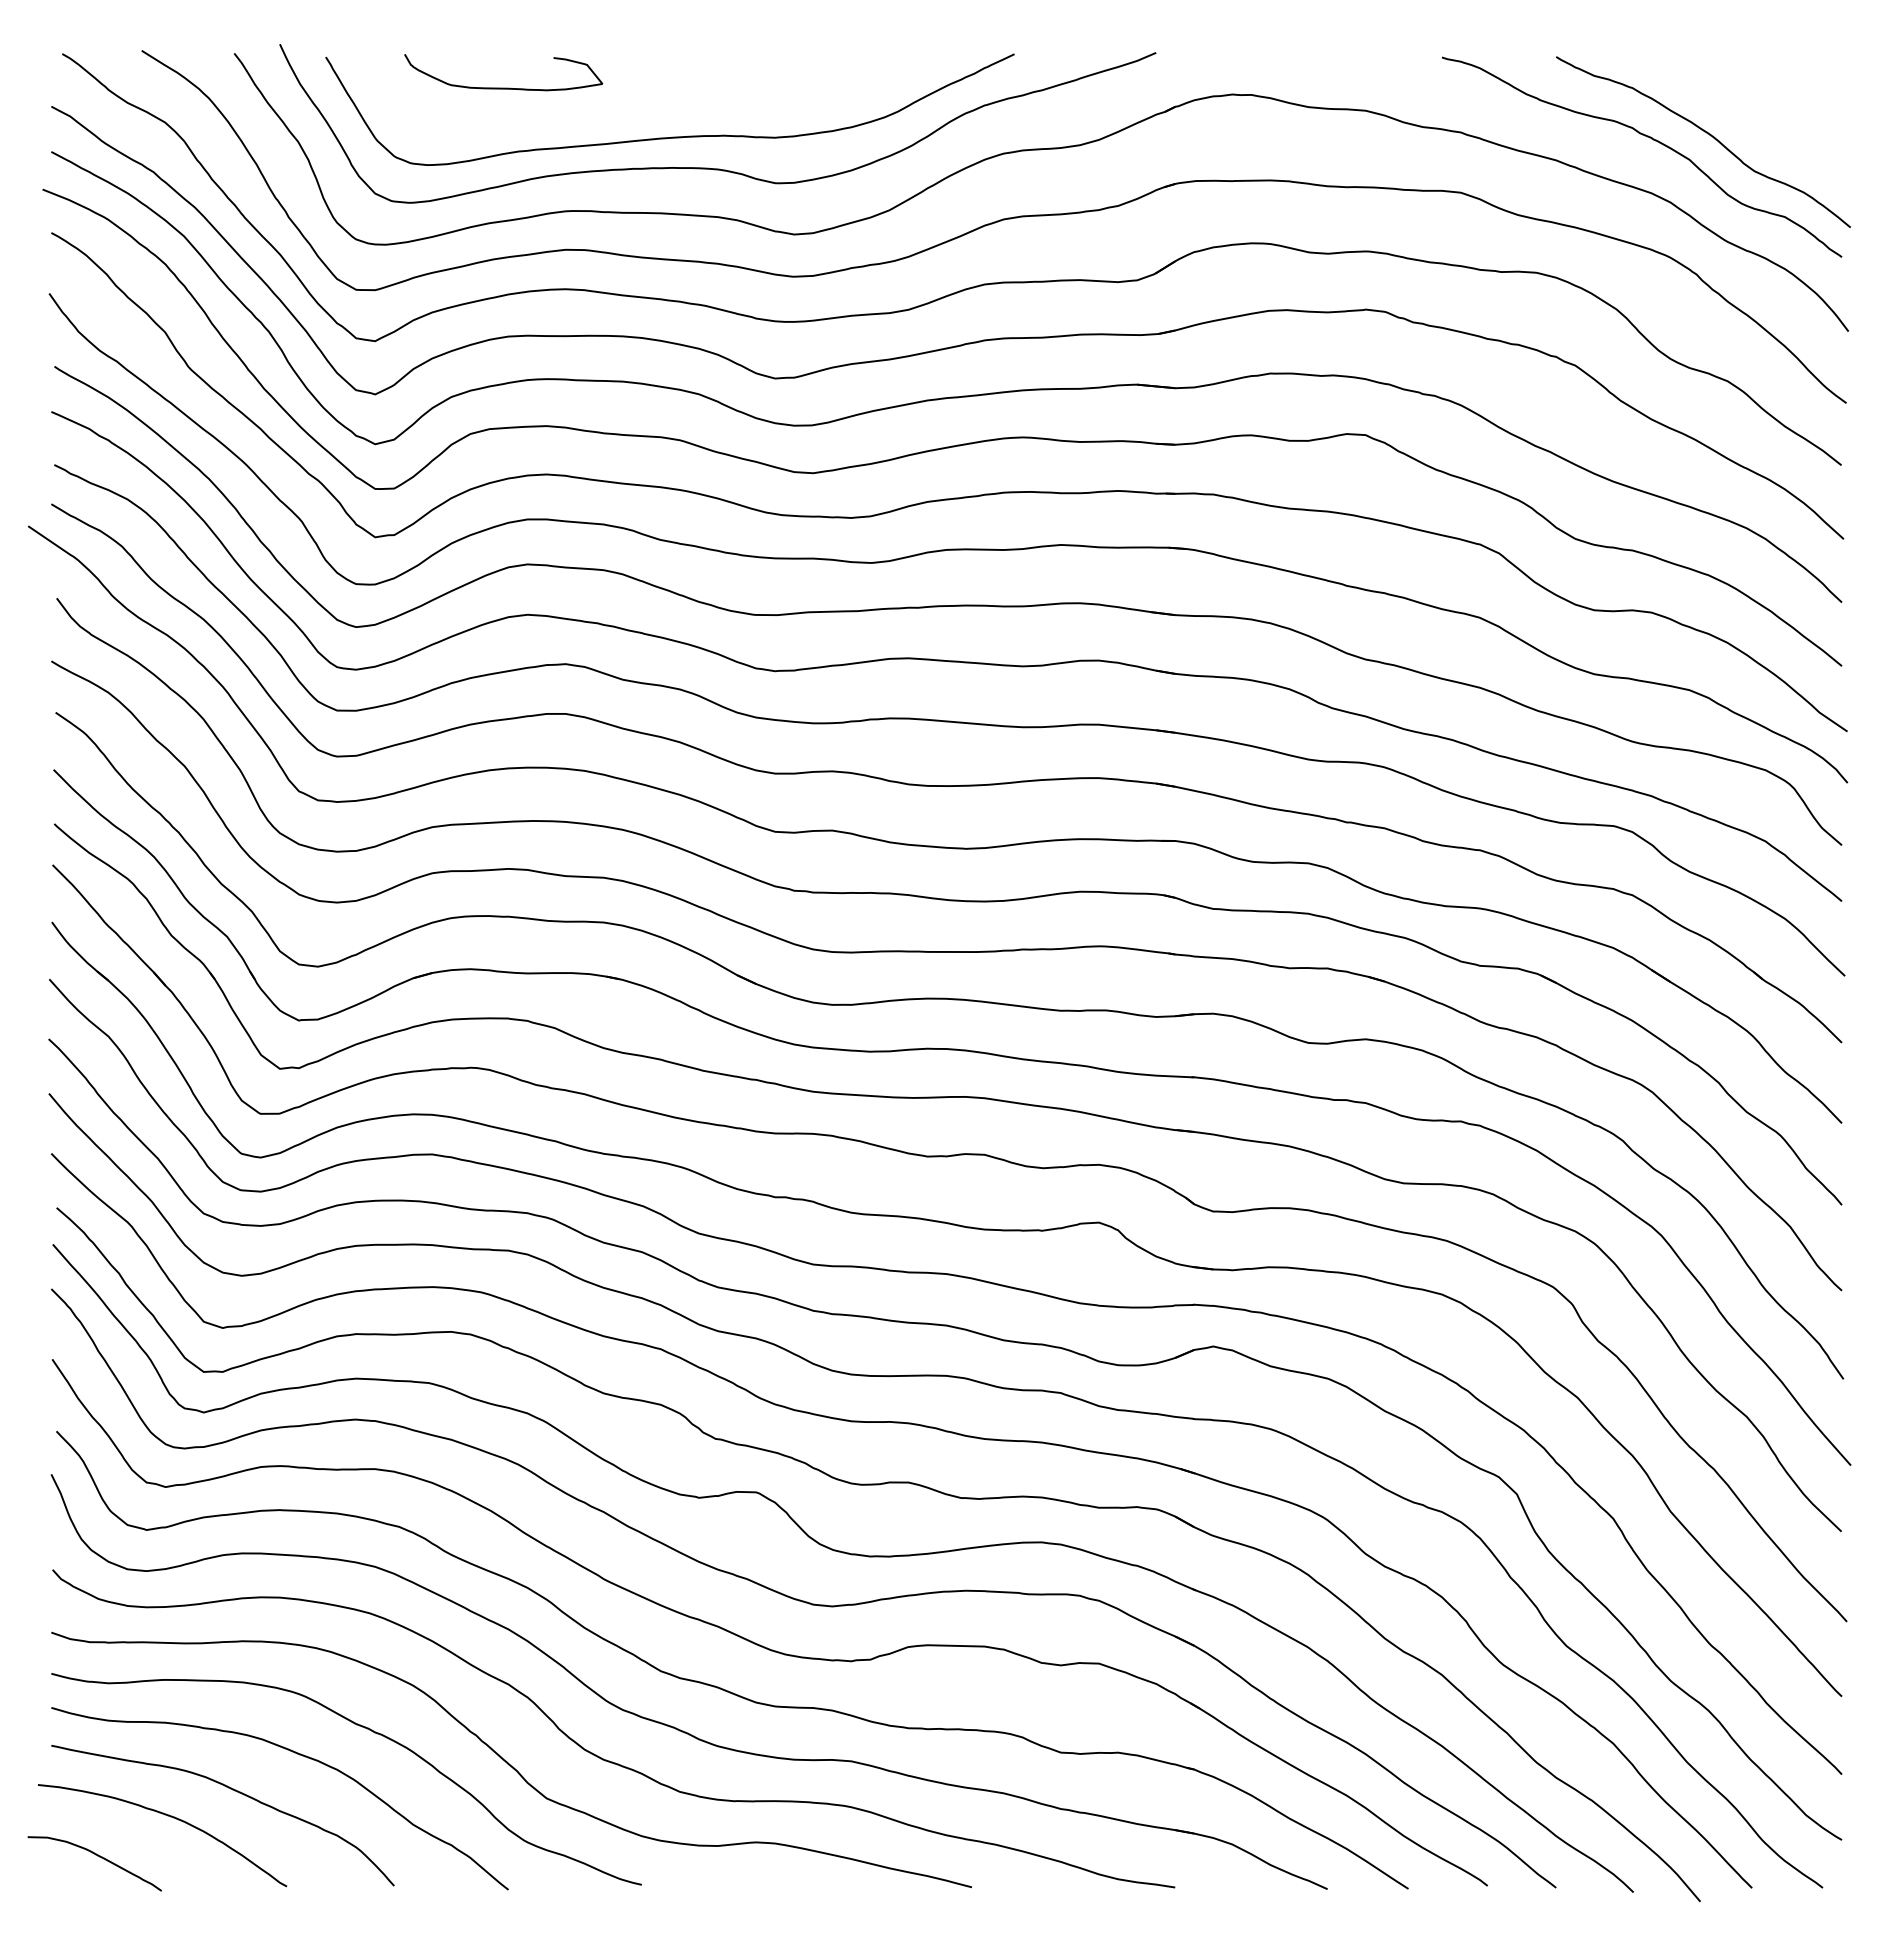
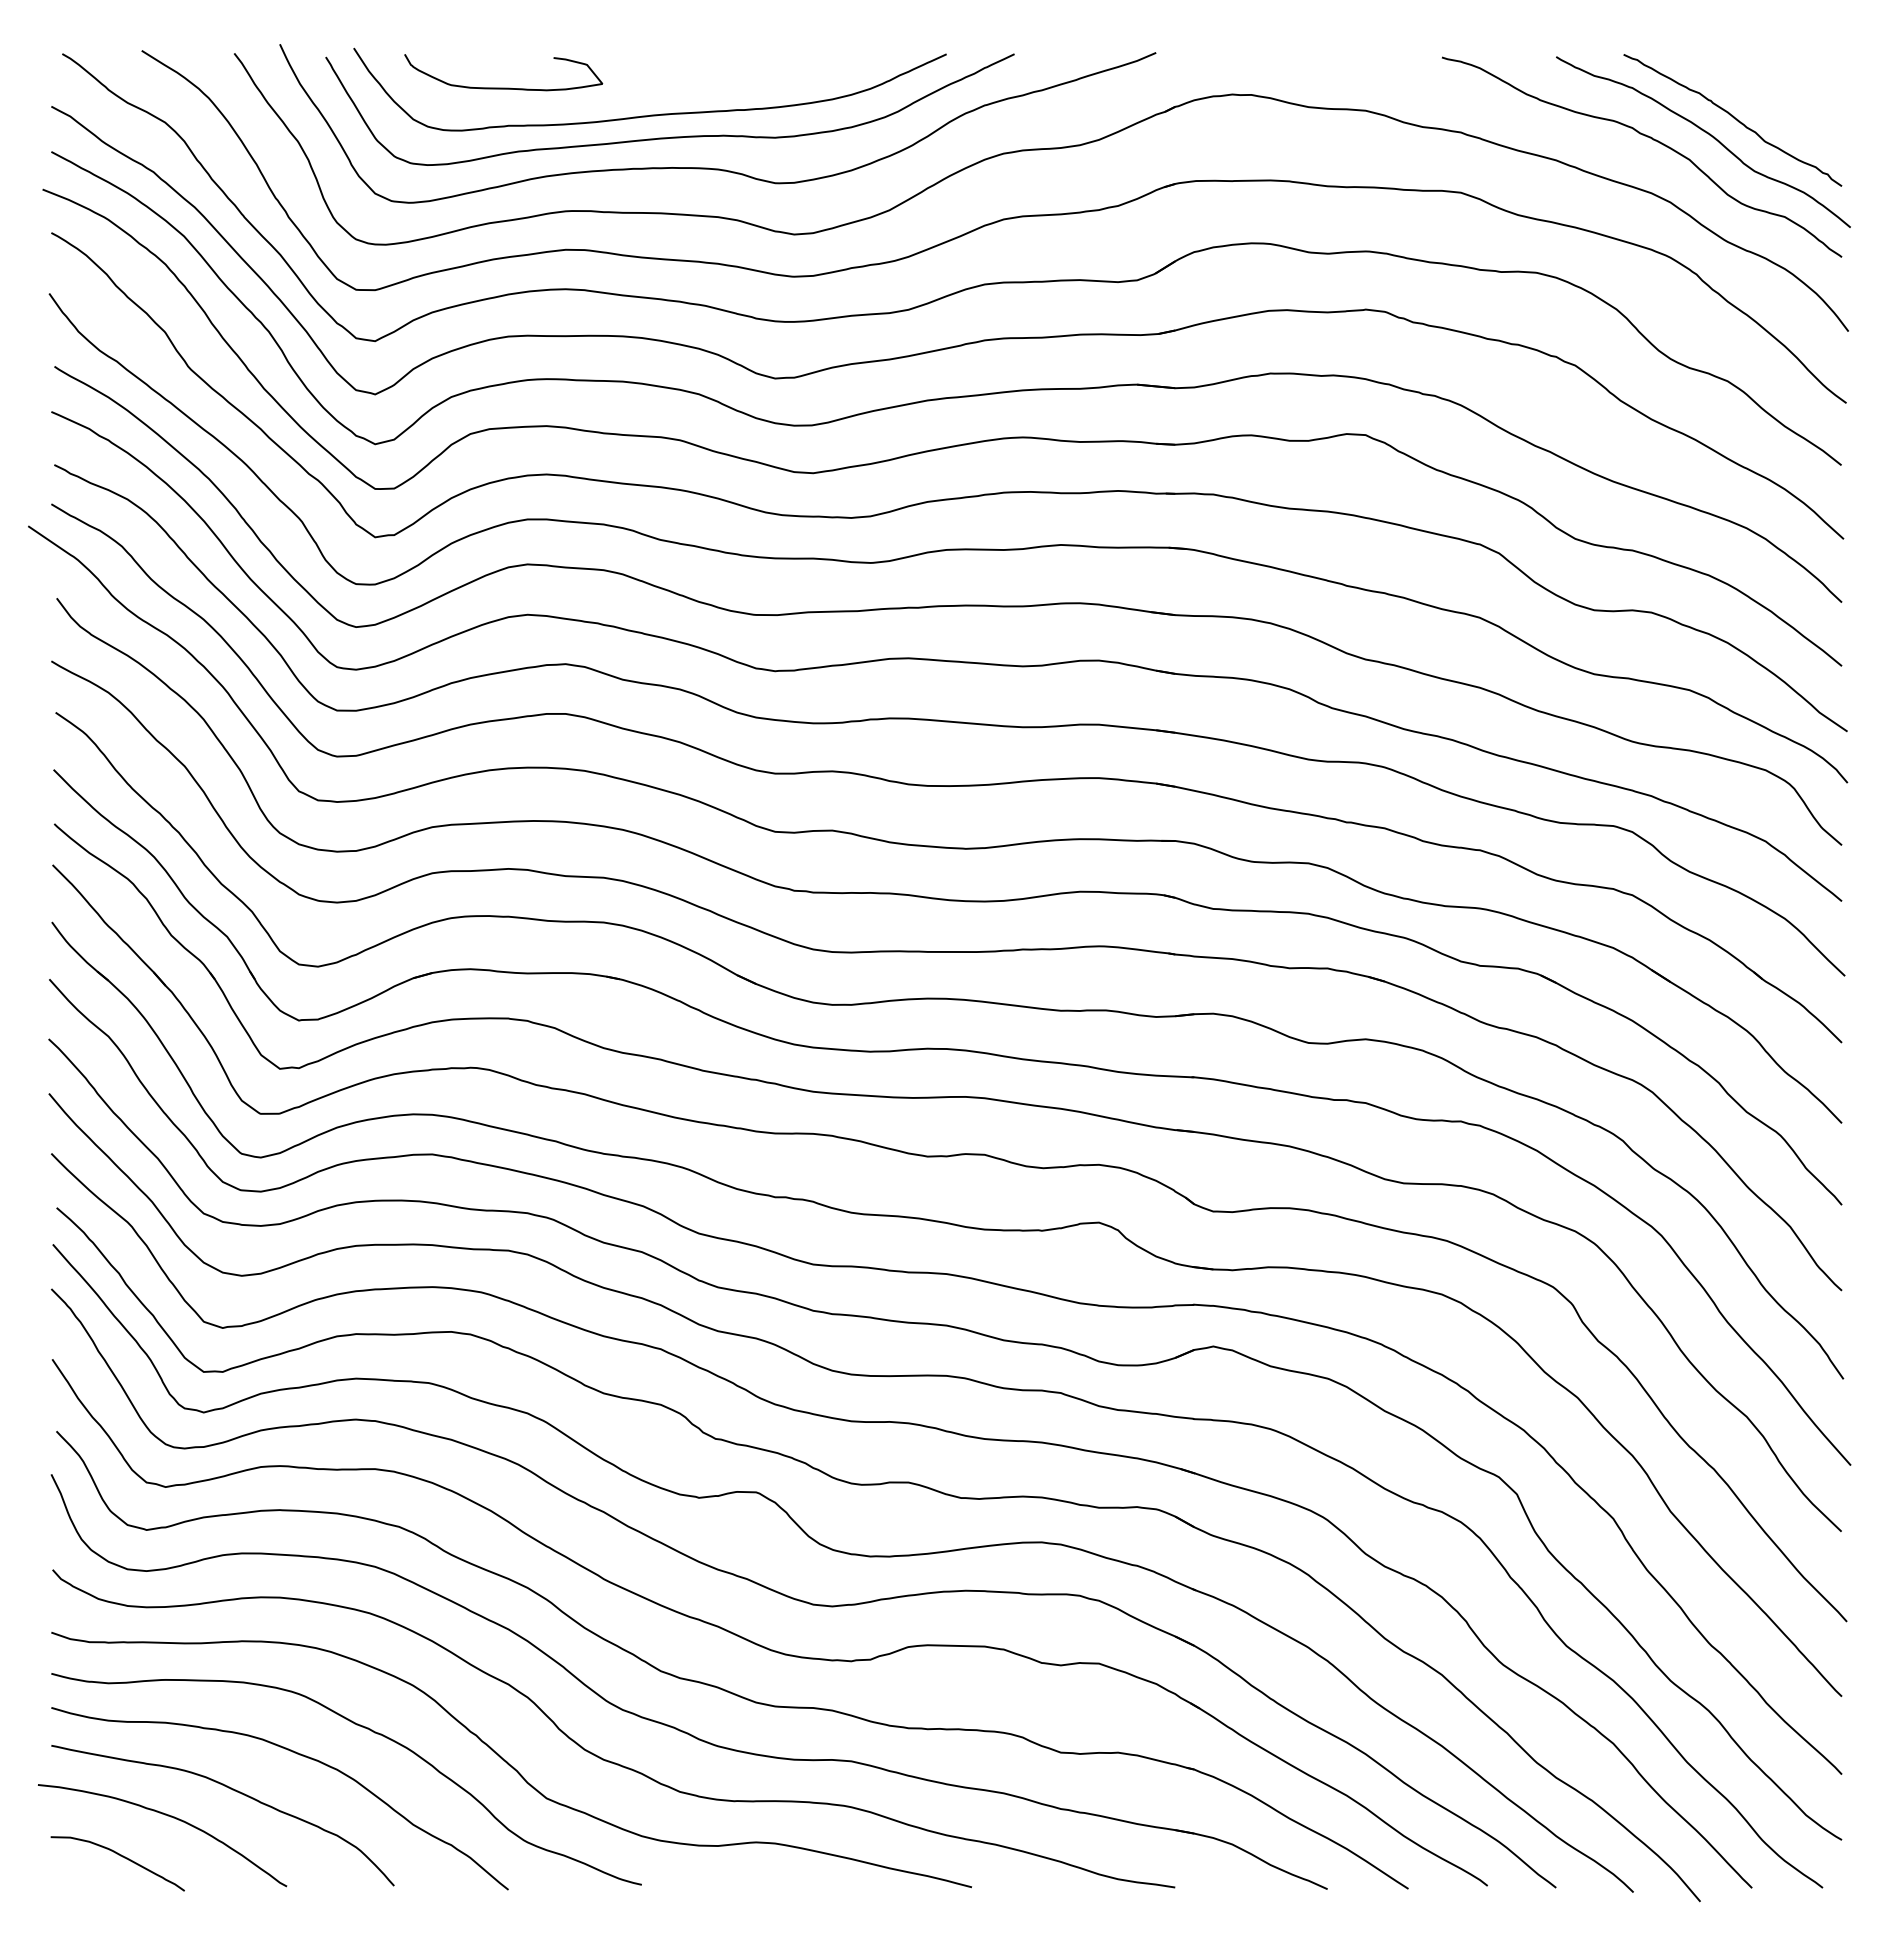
curve at (650, 114): none -> present
curve at (1733, 118): none -> present
curve at (97, 1856) position: (97, 1856) -> (120, 1856)
